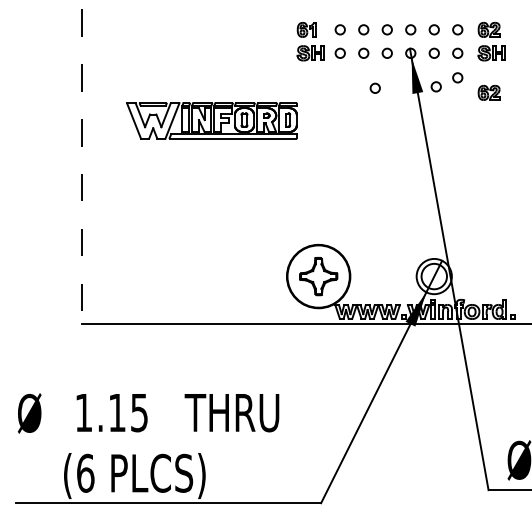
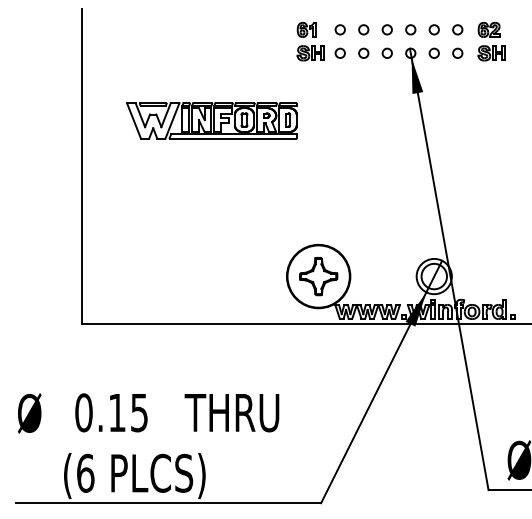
circle at (457, 77): present -> none
circle at (435, 86): present -> none
circle at (374, 87): present -> none
part at (488, 92): present -> none
line at (81, 167): dashed -> solid
text at (83, 412): 1.15 -> 0.15
